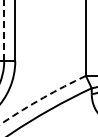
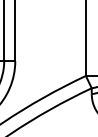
line at (4, 30): dashed -> solid
arc at (41, 98): dashed -> solid
